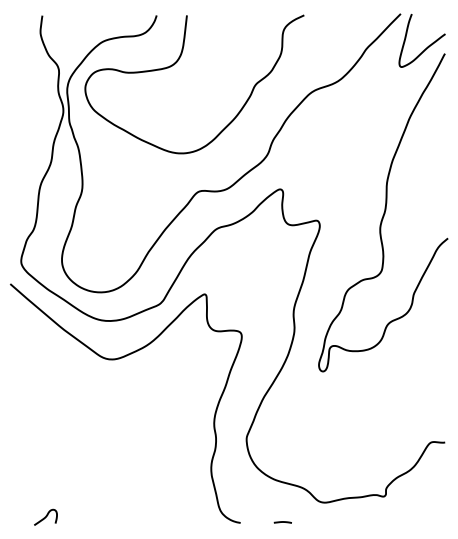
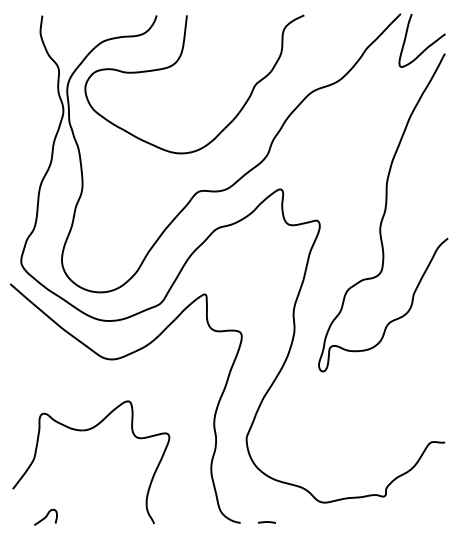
part at (85, 431): none -> present
line at (282, 522) position: (282, 522) -> (266, 522)
